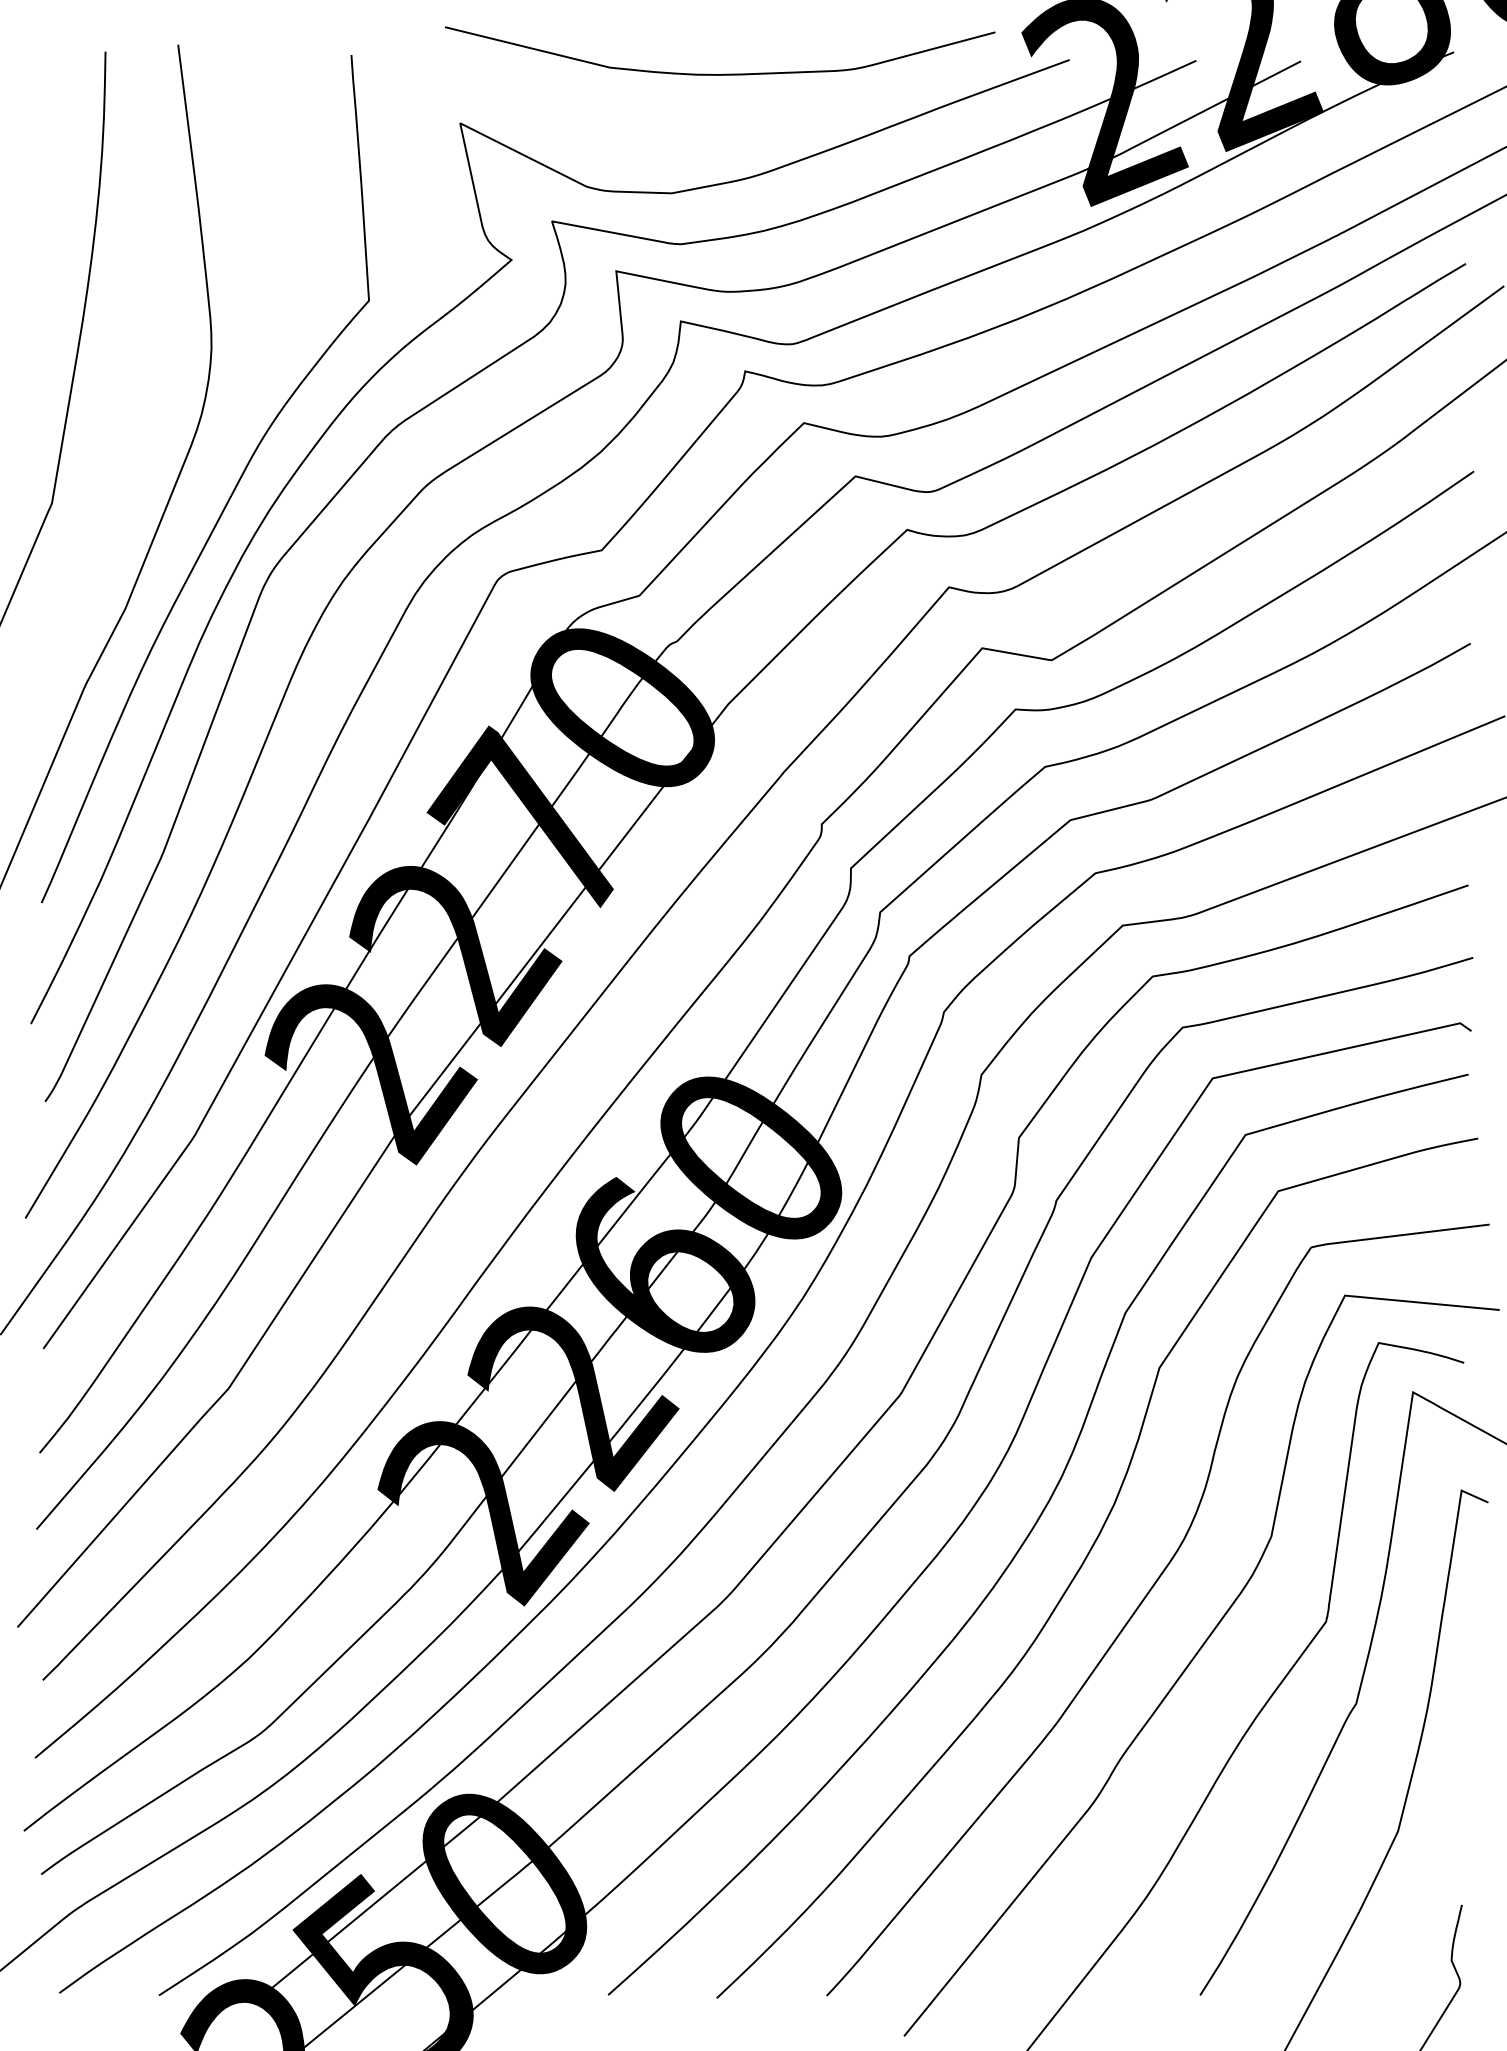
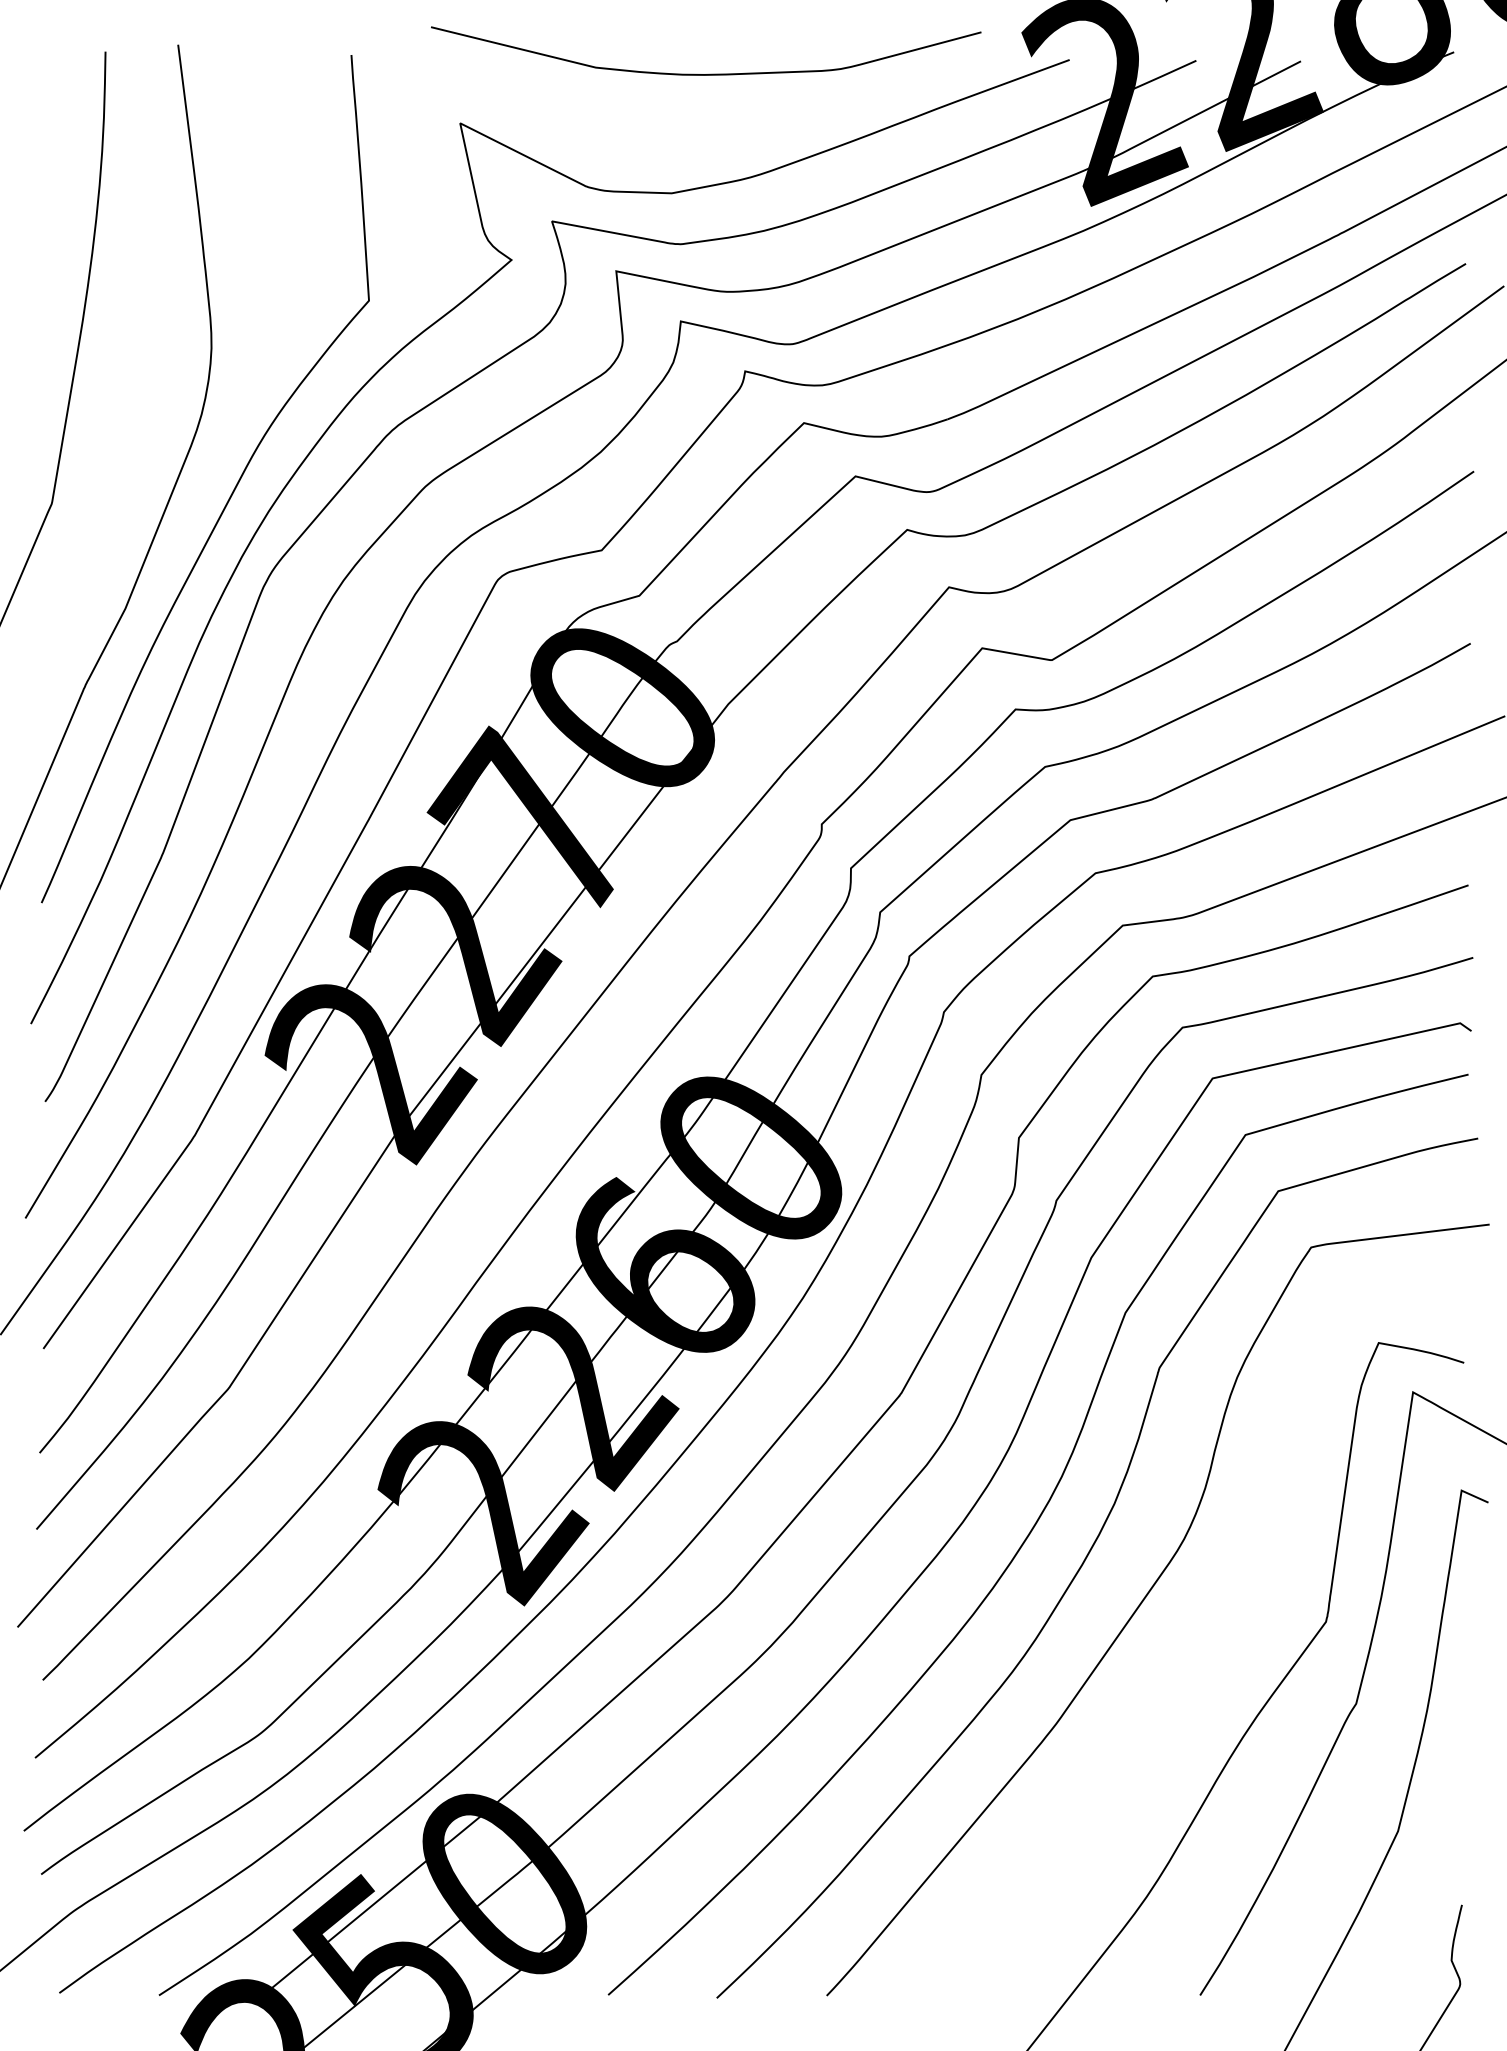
curve at (723, 73) position: (723, 73) -> (709, 73)
curve at (1193, 1660): present -> none
